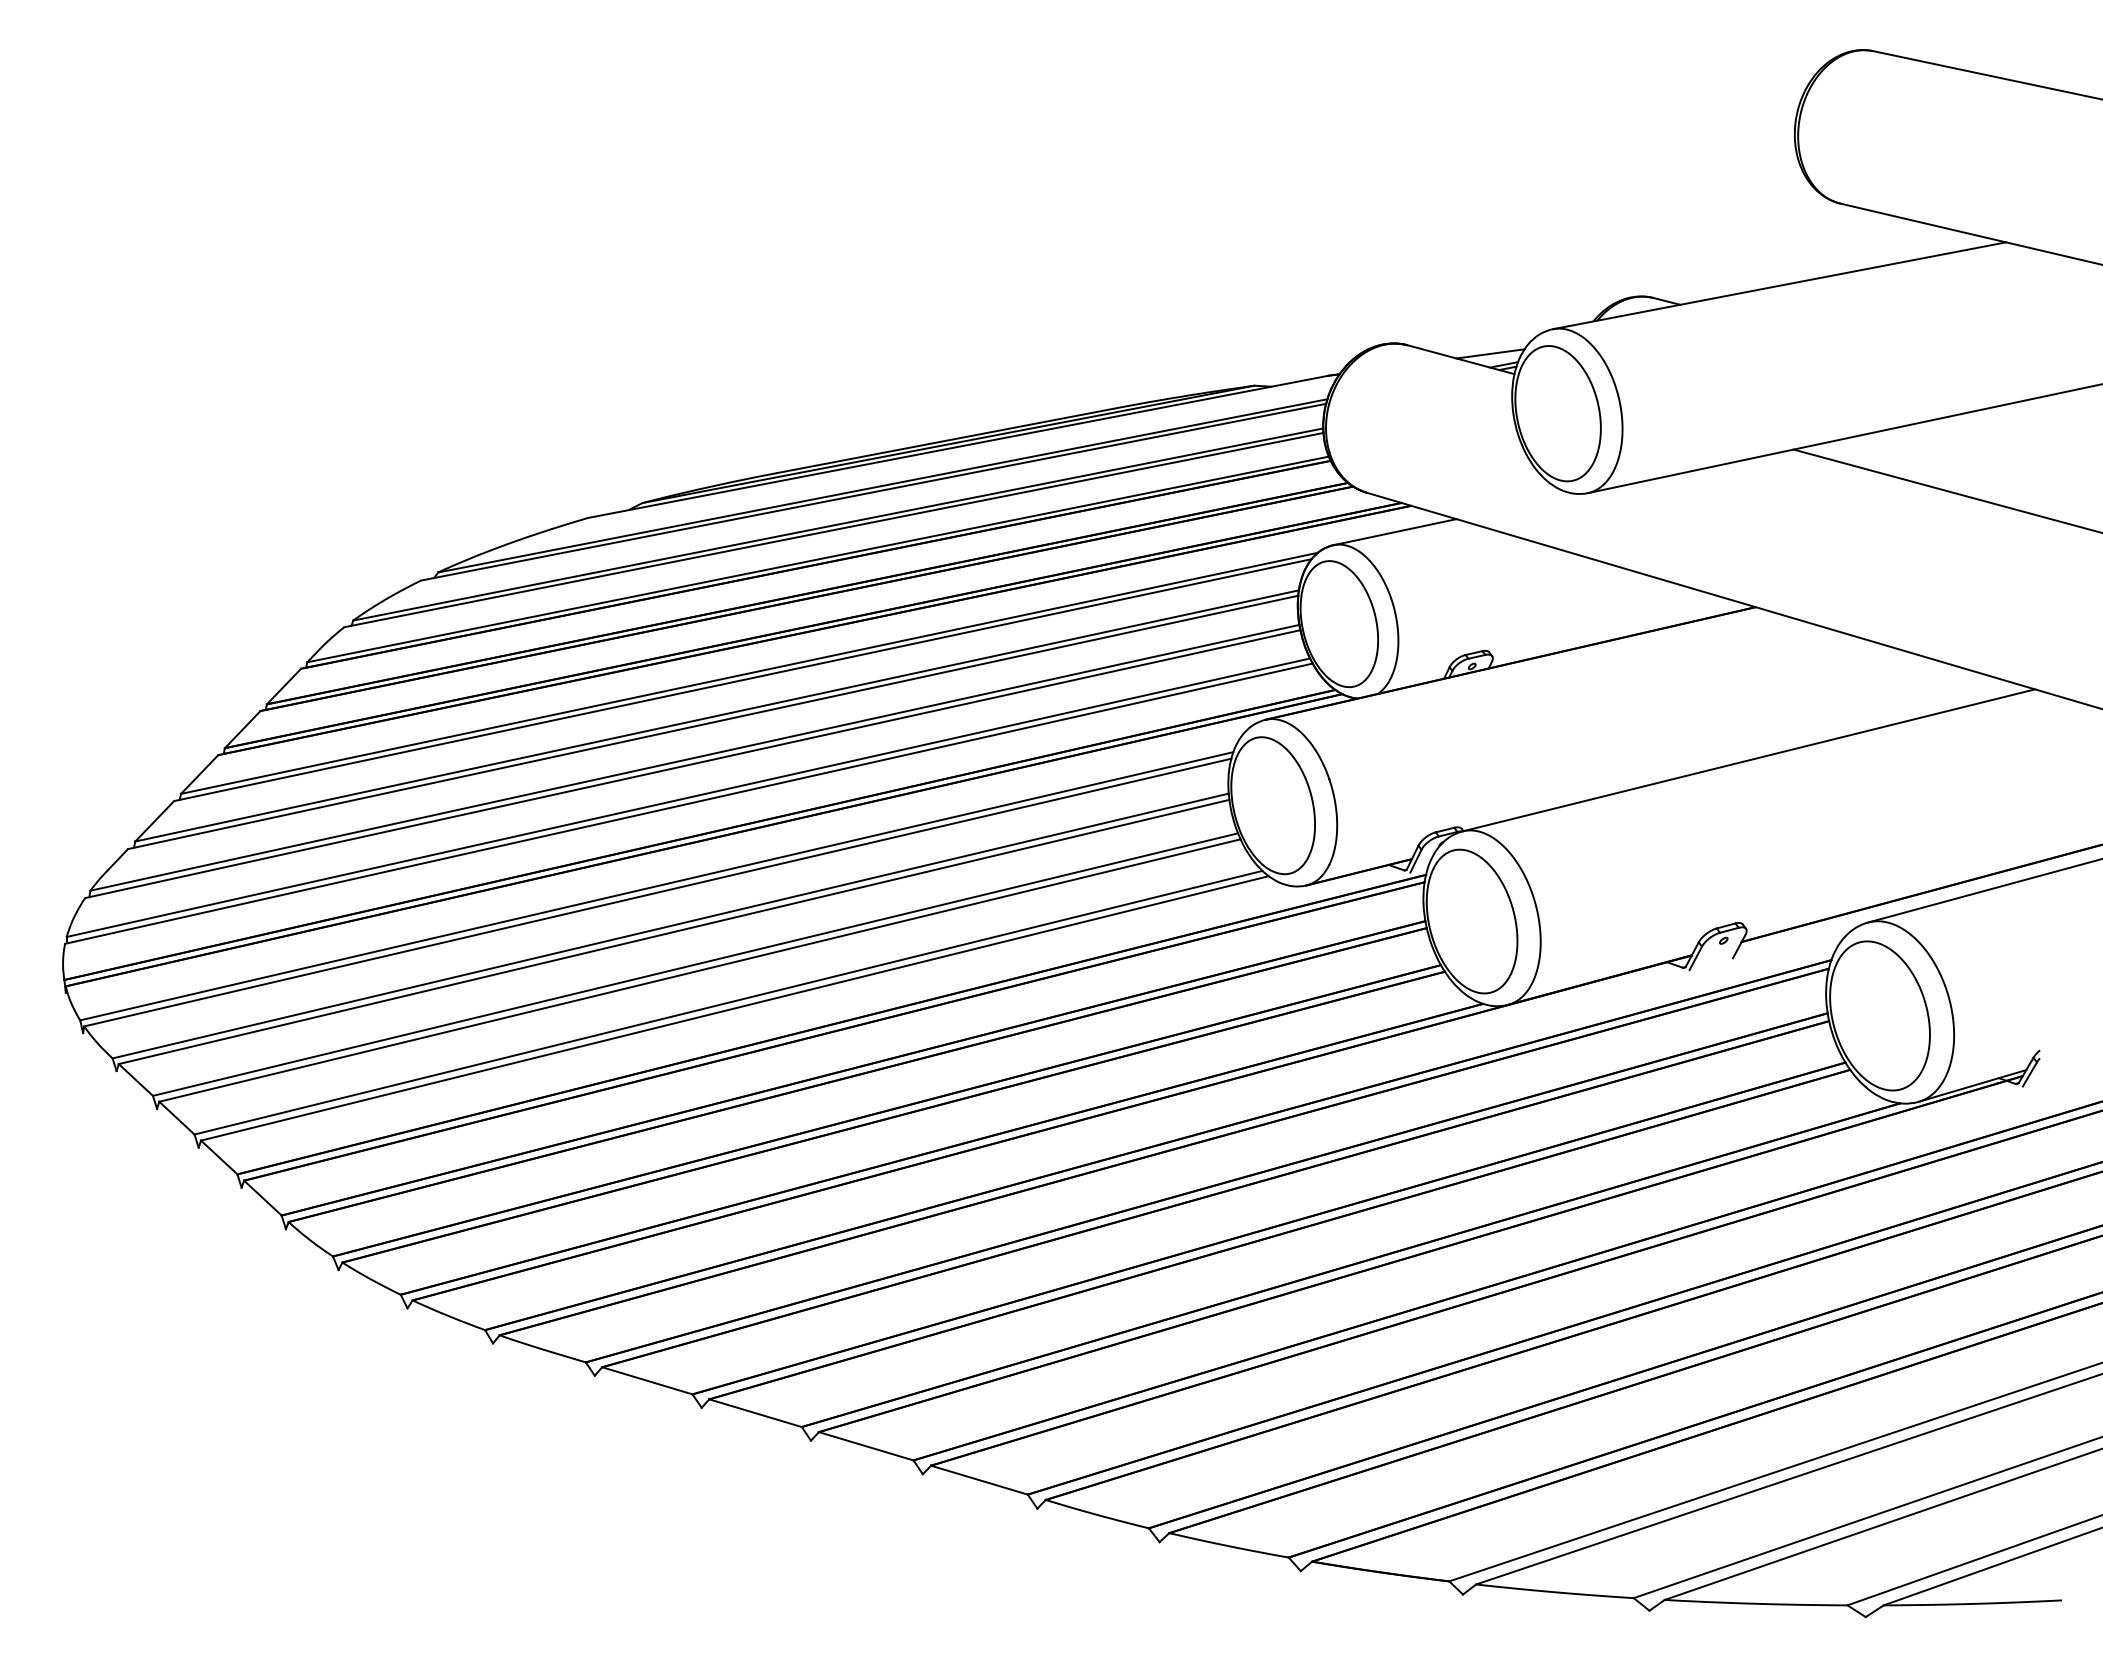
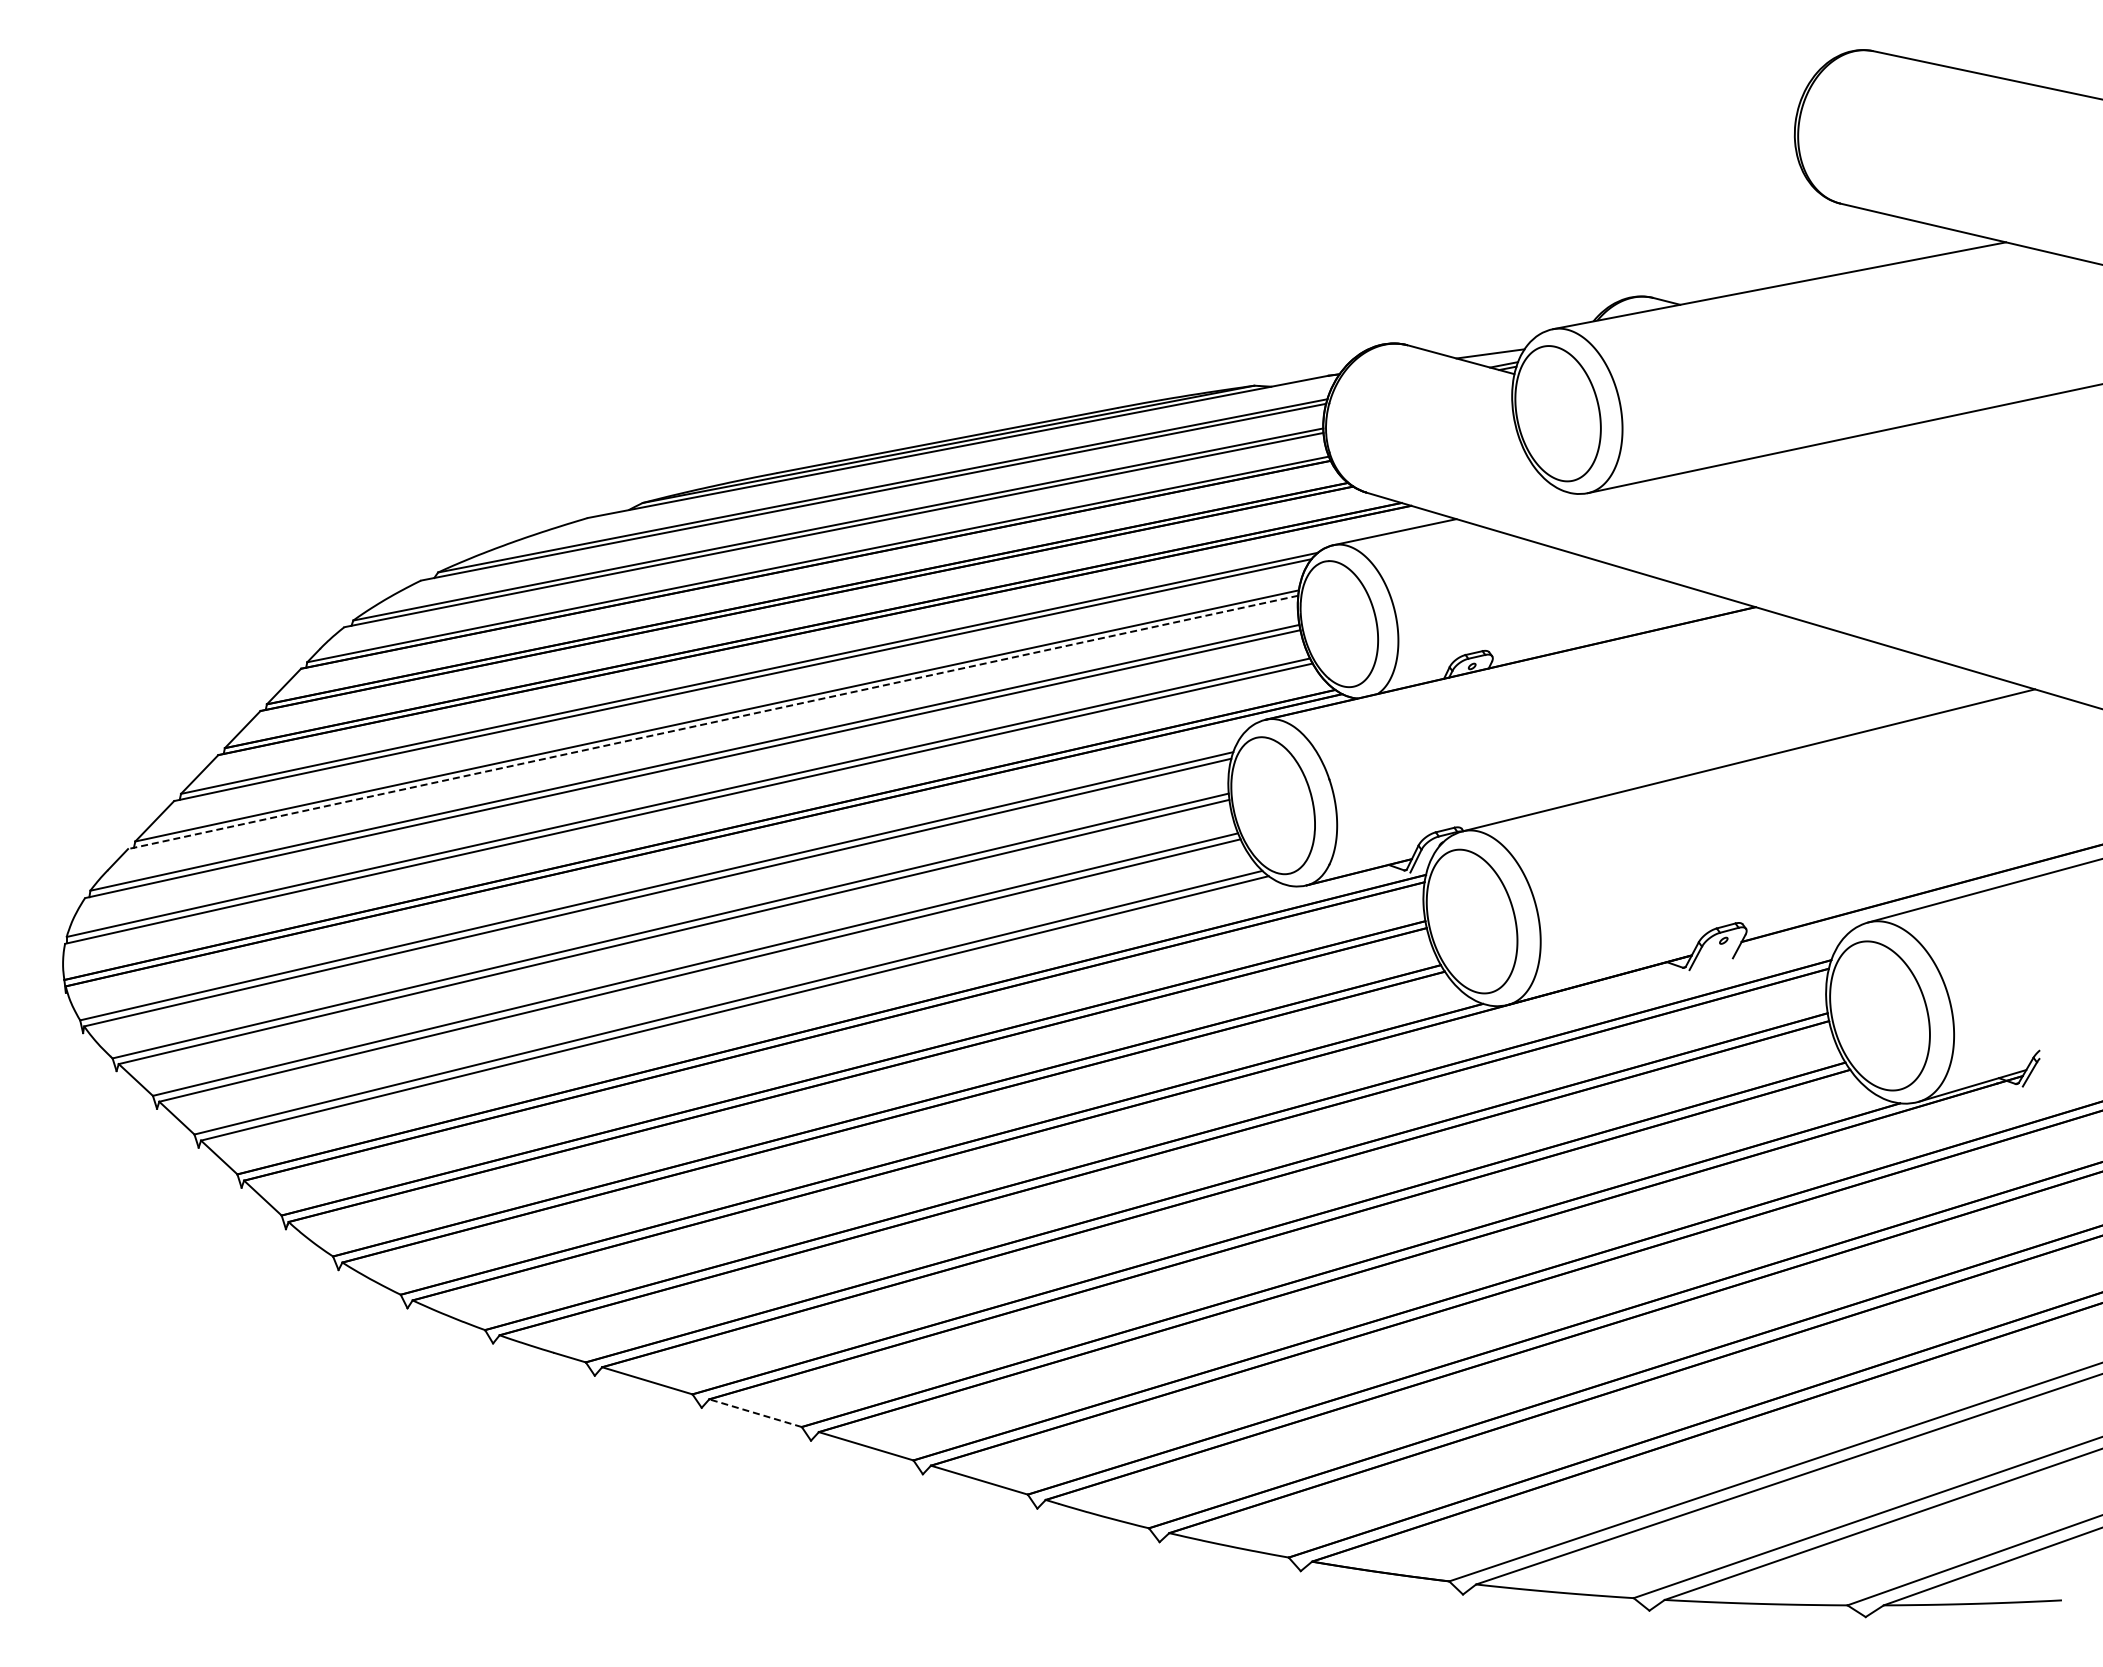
line at (1946, 490): present -> none
line at (713, 722): solid -> dashed
line at (755, 1413): solid -> dashed
